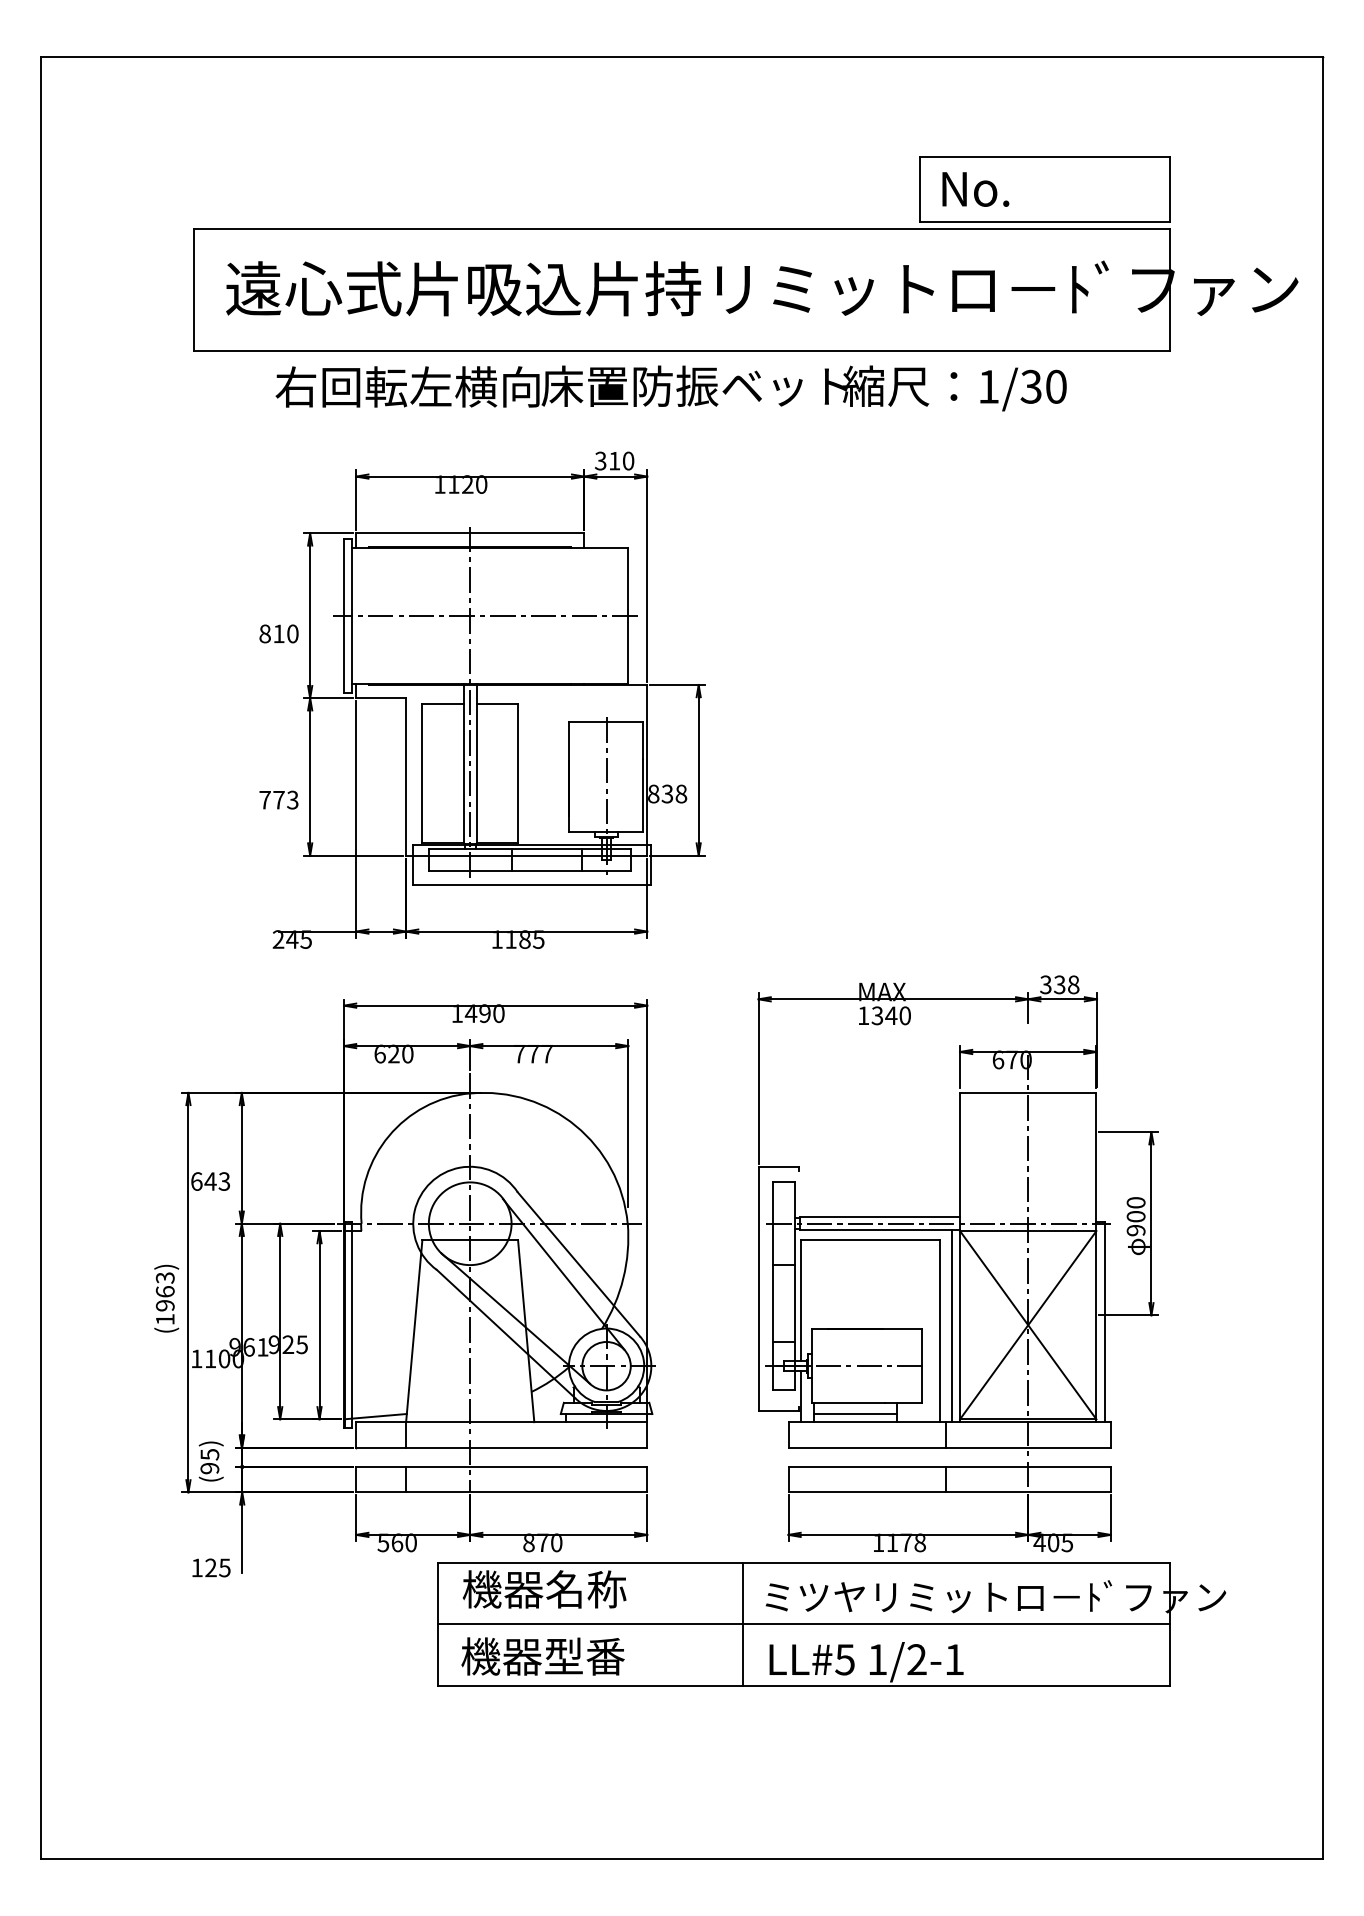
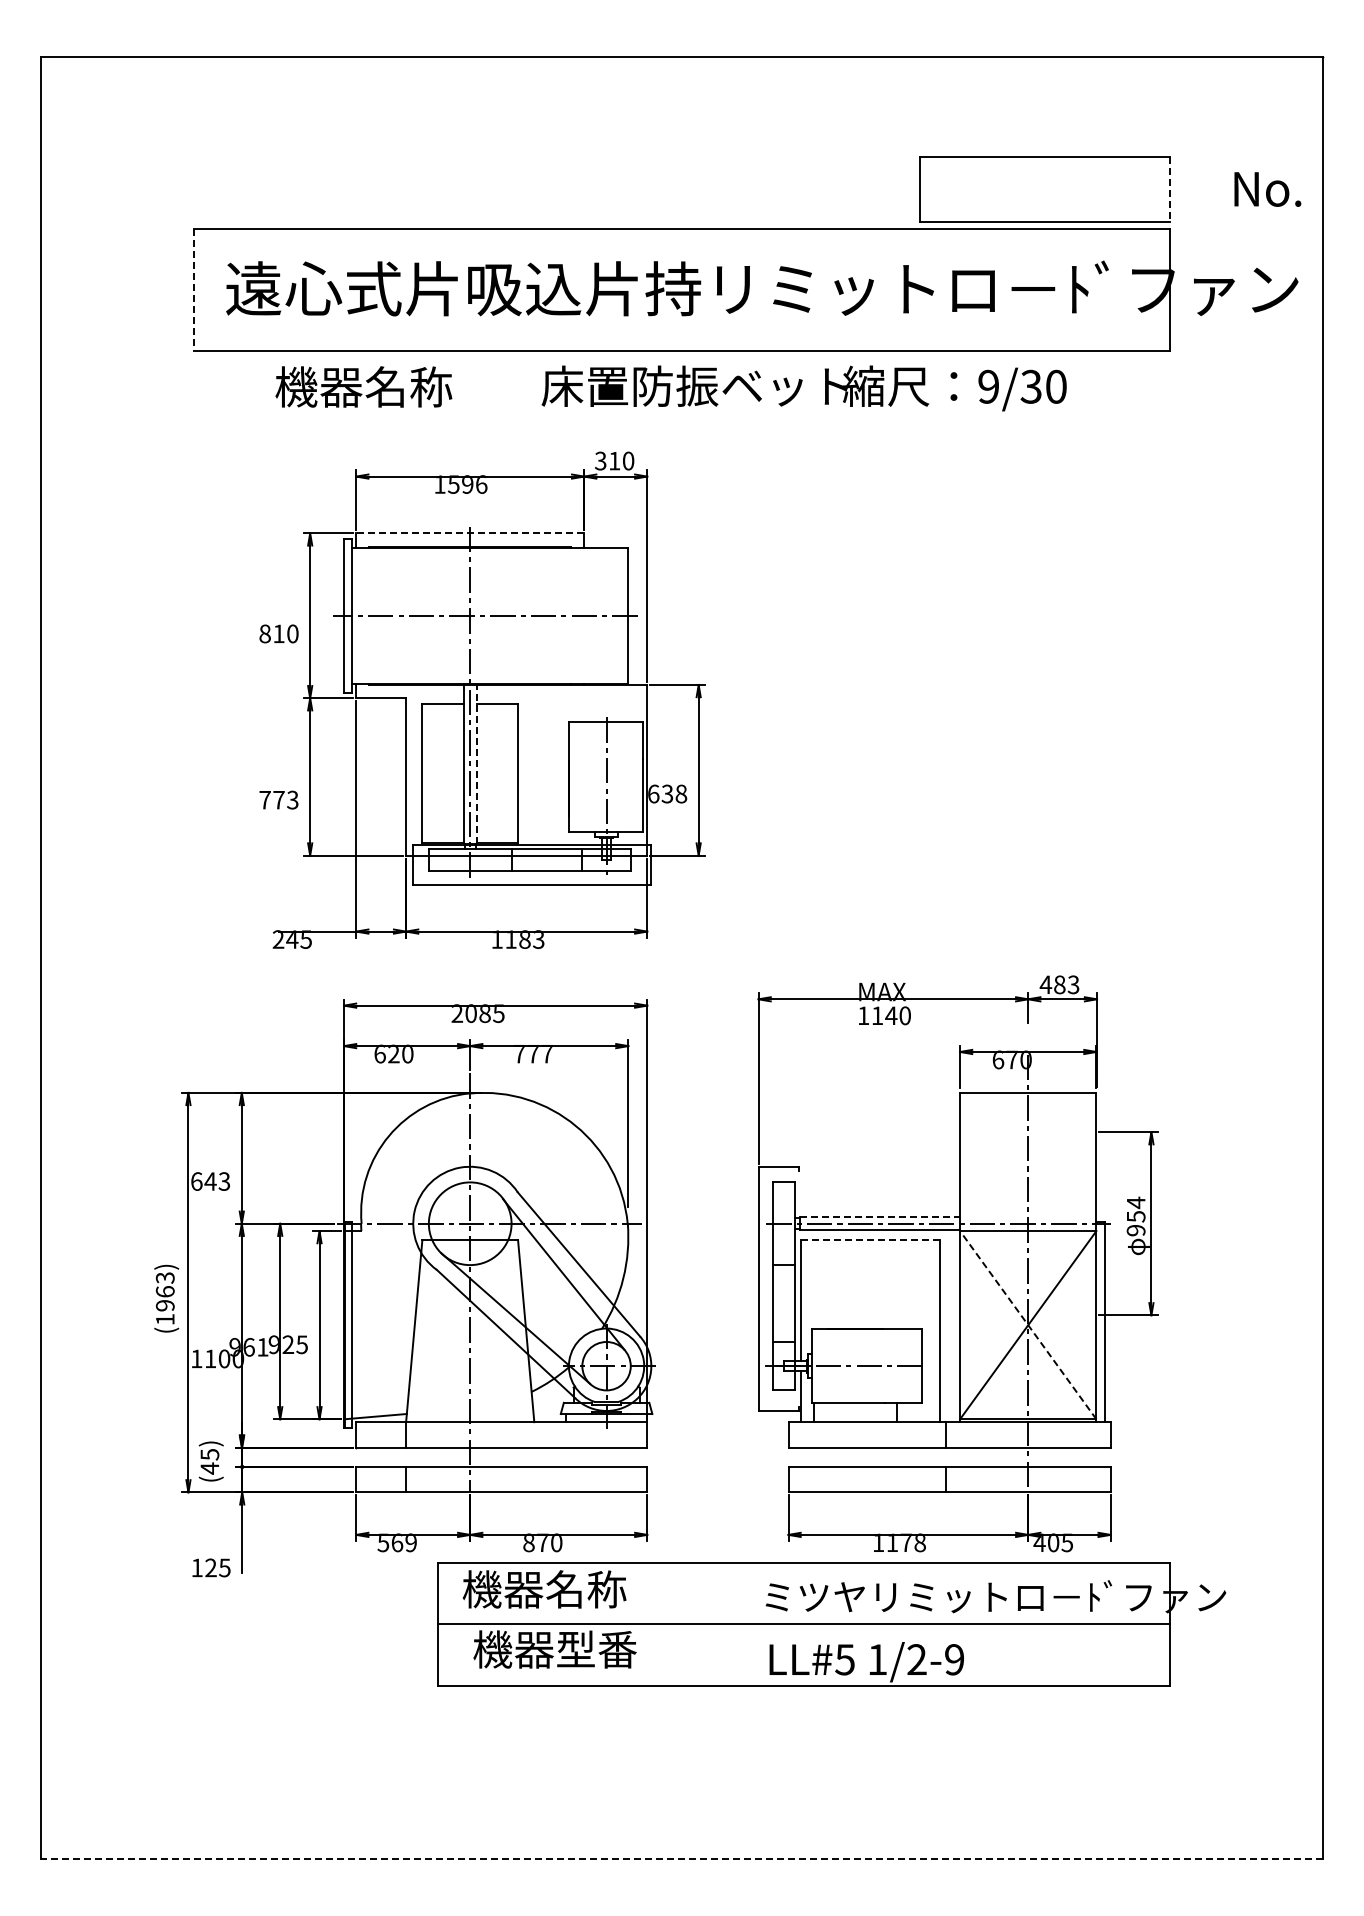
text at (975, 189) position: (975, 189) -> (1267, 189)
line at (1170, 189): solid -> dashed
line at (193, 290): solid -> dashed
text at (407, 386): 右回転左横向 -> 機器名称
text at (988, 386): 1/30 -> 9/30
text at (467, 484): 1120 -> 1596
line at (470, 533): solid -> dashed
line at (476, 764): solid -> dashed
text at (653, 793): 838 -> 638
text at (539, 939): 1185 -> 1183
text at (1059, 984): 338 -> 483
text at (477, 1013): 1490 -> 2085
text at (877, 1015): 1340 -> 1140
text at (1135, 1209): 900 -> 954
line at (879, 1217): solid -> dashed
line at (871, 1240): solid -> dashed
line at (1027, 1324): solid -> dashed
line at (951, 1326): present -> none
line at (855, 1414): present -> none
text at (209, 1468): (95) -> (45)
text at (410, 1542): 560 -> 569
line at (743, 1624): present -> none
text at (542, 1656) position: (542, 1656) -> (554, 1649)
text at (954, 1659): 1/2-1 -> 1/2-9
line at (681, 1858): solid -> dashed
